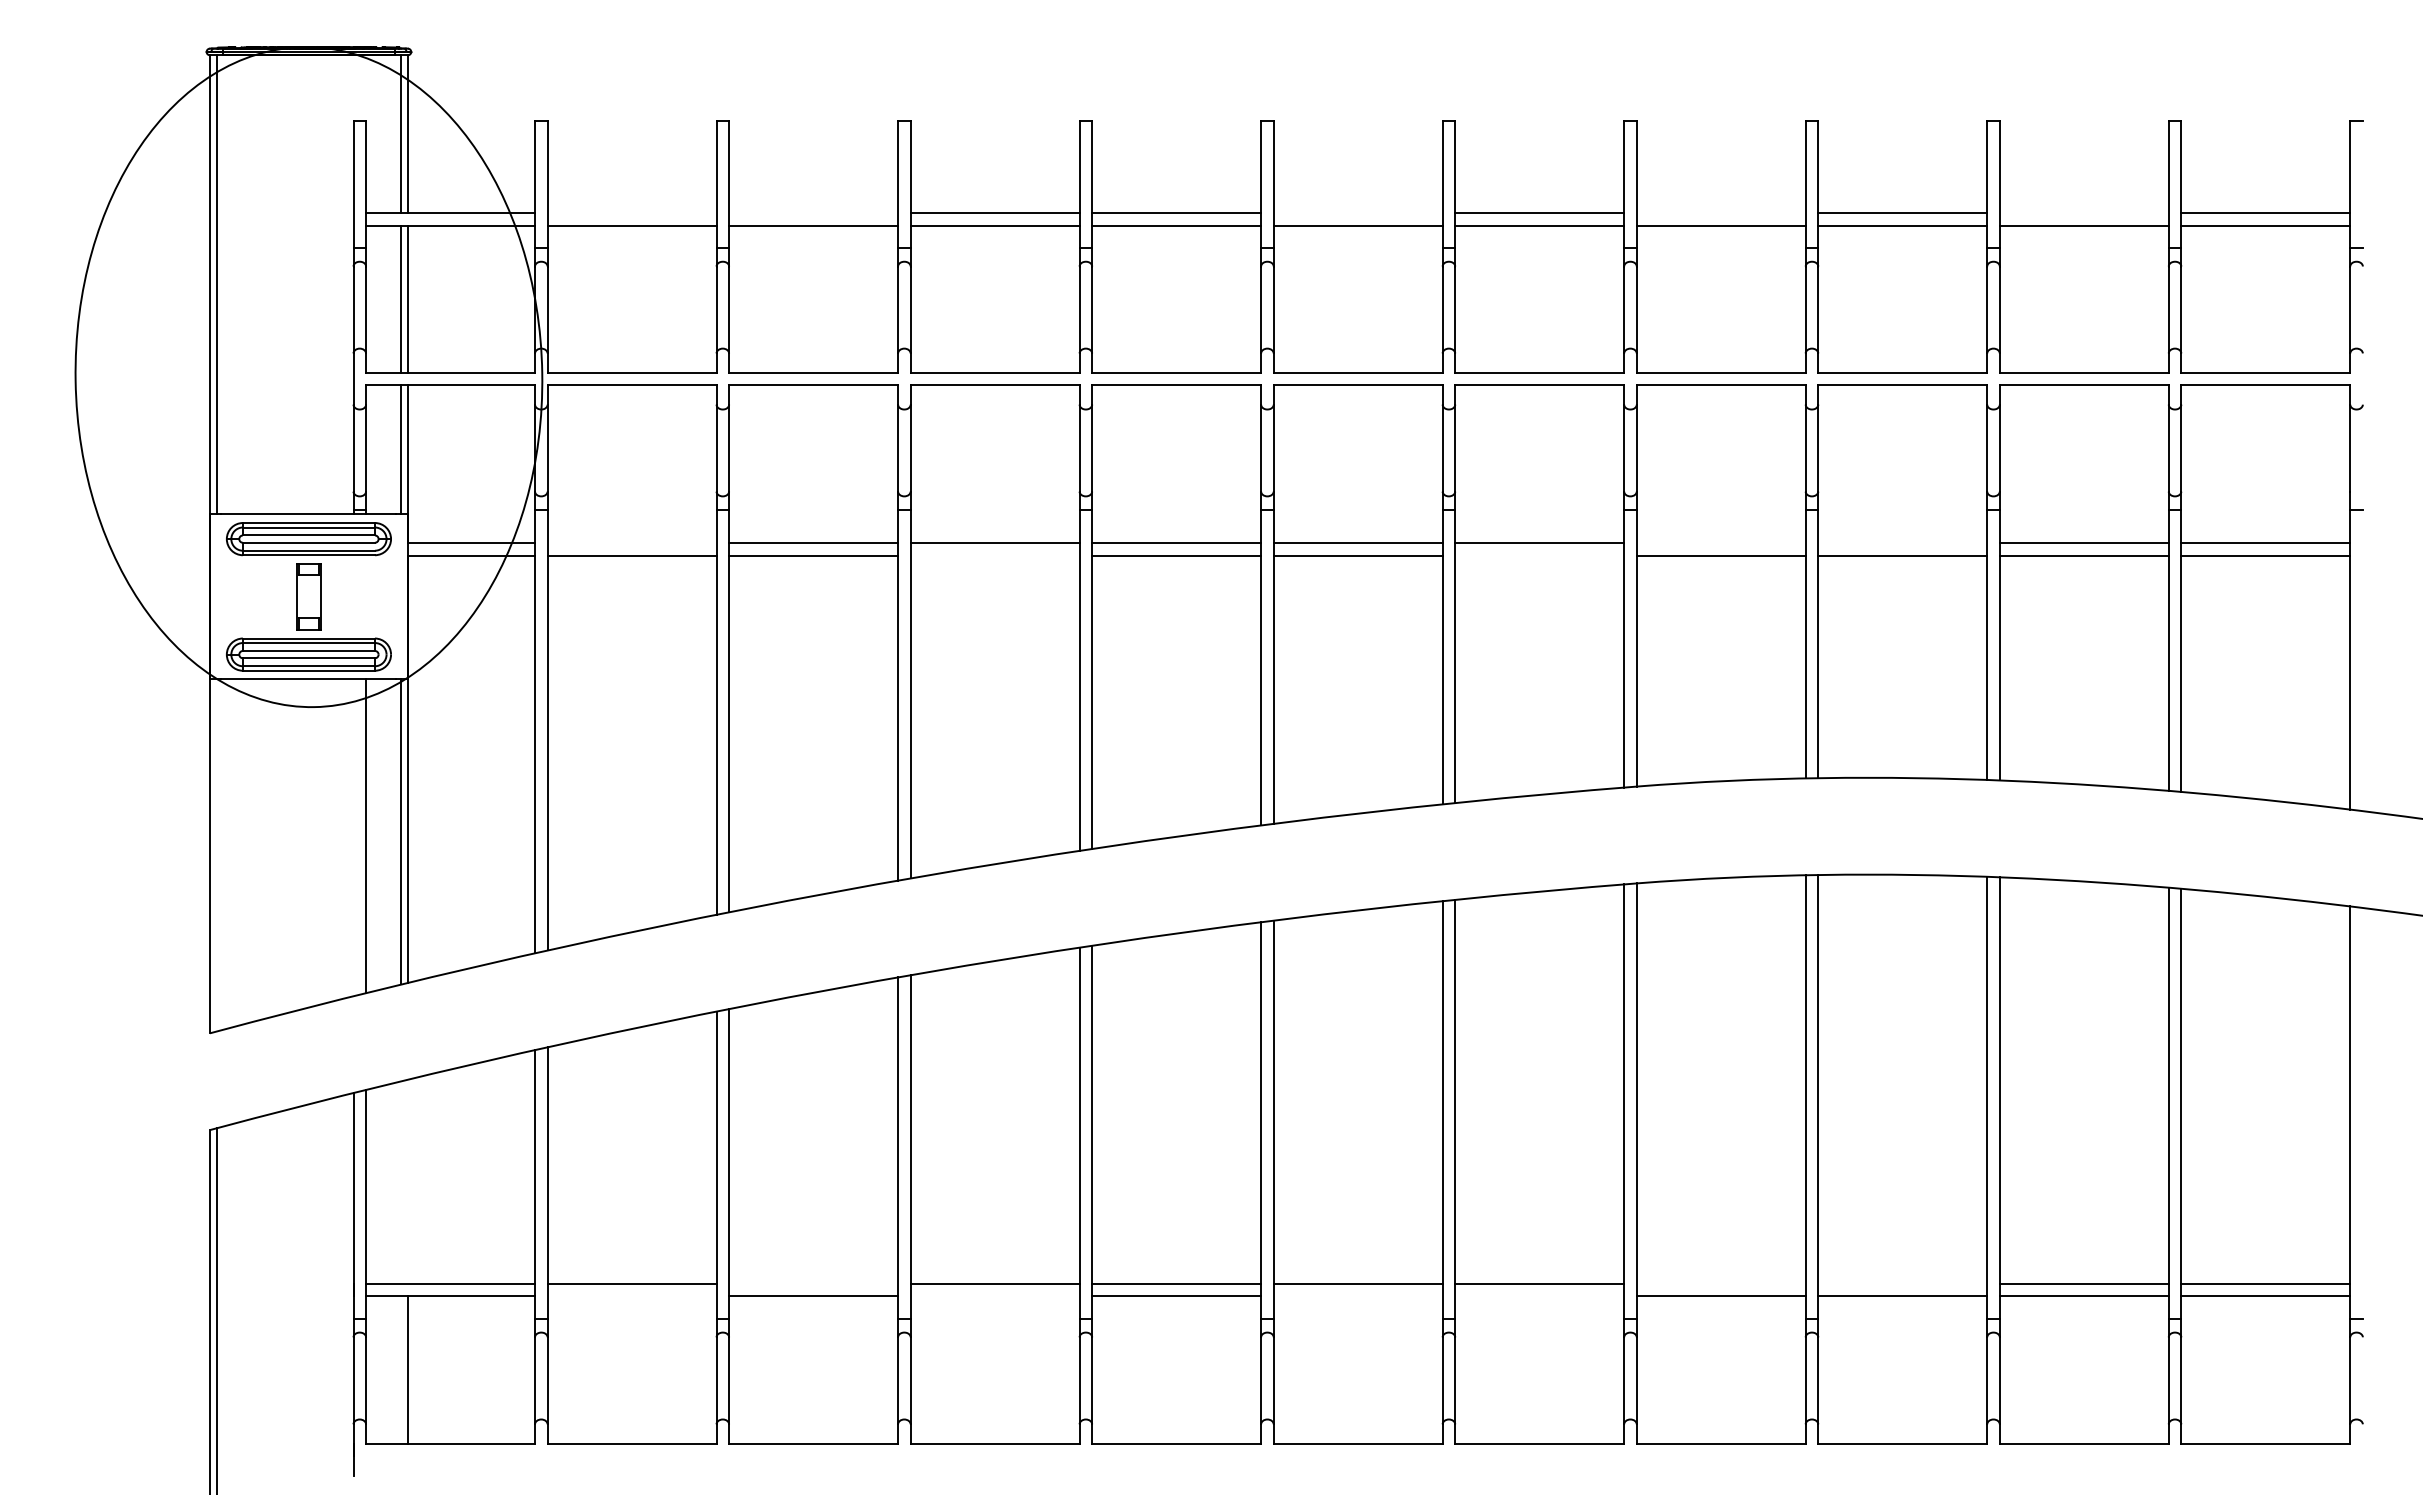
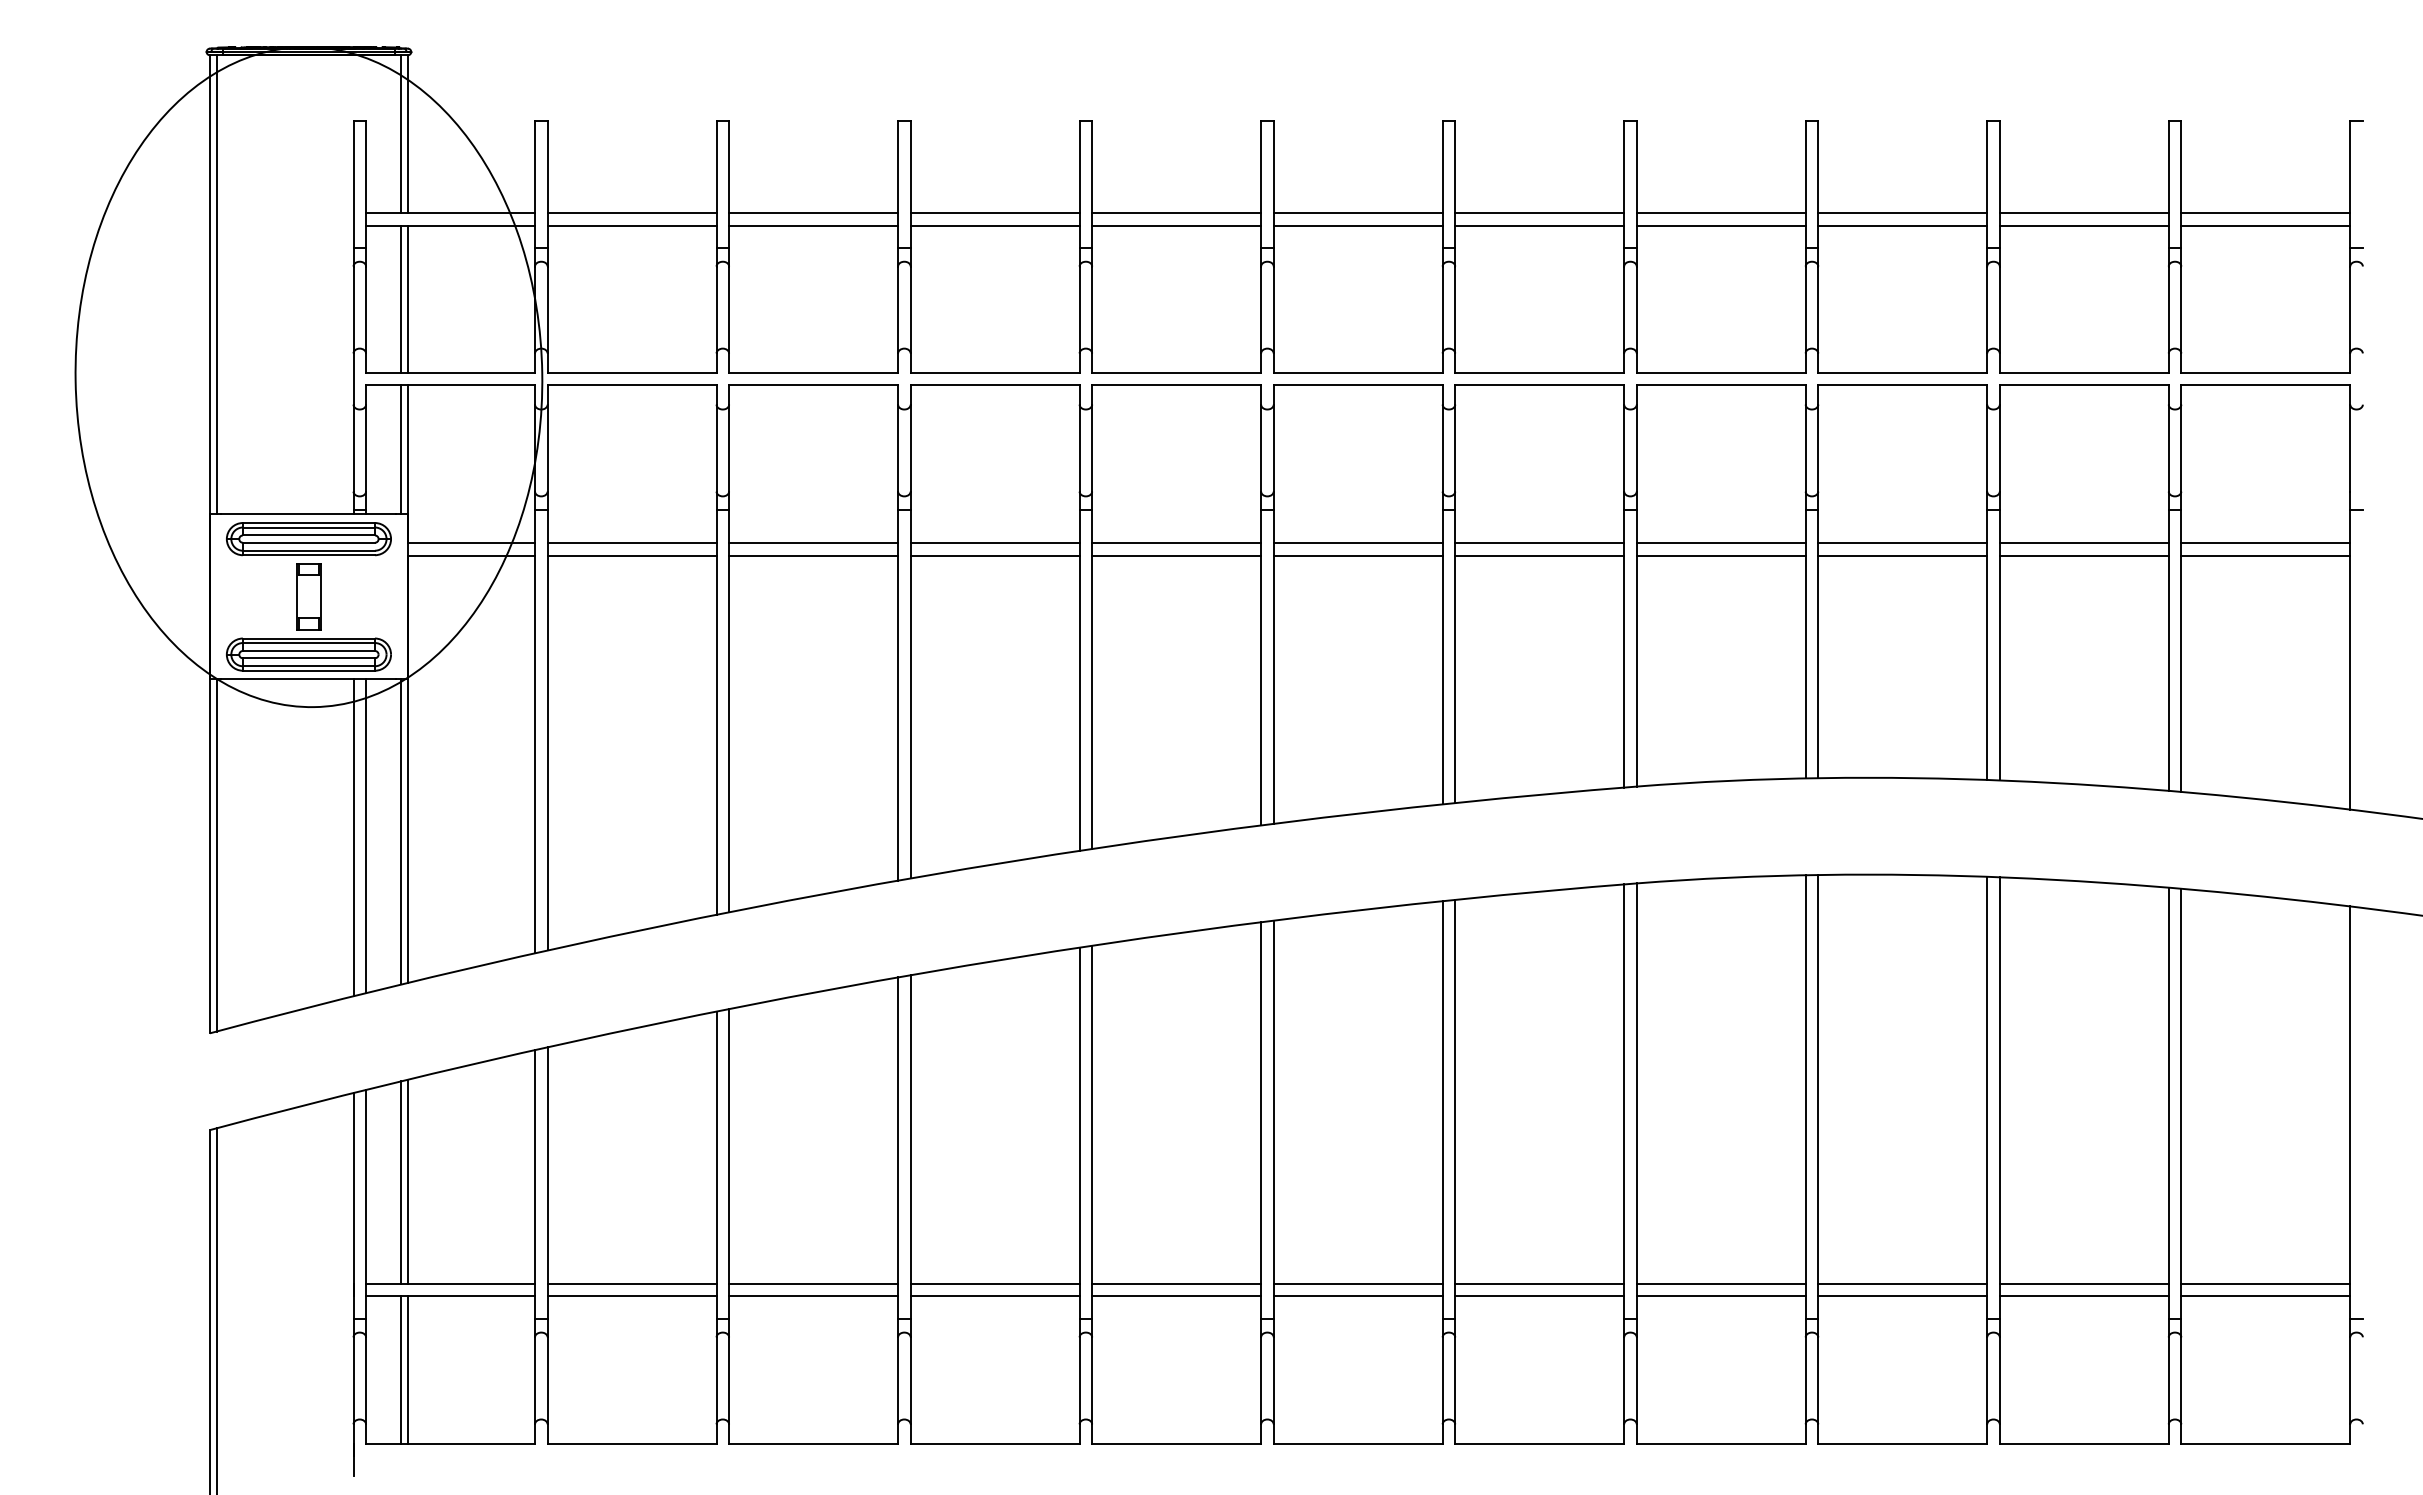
line at (631, 213): none -> present
line at (813, 213): none -> present
line at (1357, 213): none -> present
line at (1720, 213): none -> present
line at (2083, 213): none -> present
line at (631, 543): none -> present
line at (1720, 543): none -> present
line at (1902, 543): none -> present
line at (994, 555): none -> present
line at (1539, 555): none -> present
line at (353, 837): none -> present
line at (216, 855): none -> present
line at (407, 1181): none -> present
line at (401, 1182): none -> present
line at (813, 1283): none -> present
line at (1720, 1283): none -> present
line at (1902, 1283): none -> present
line at (631, 1296): none -> present
line at (994, 1296): none -> present
line at (1357, 1296): none -> present
line at (1539, 1296): none -> present
line at (401, 1369): none -> present
